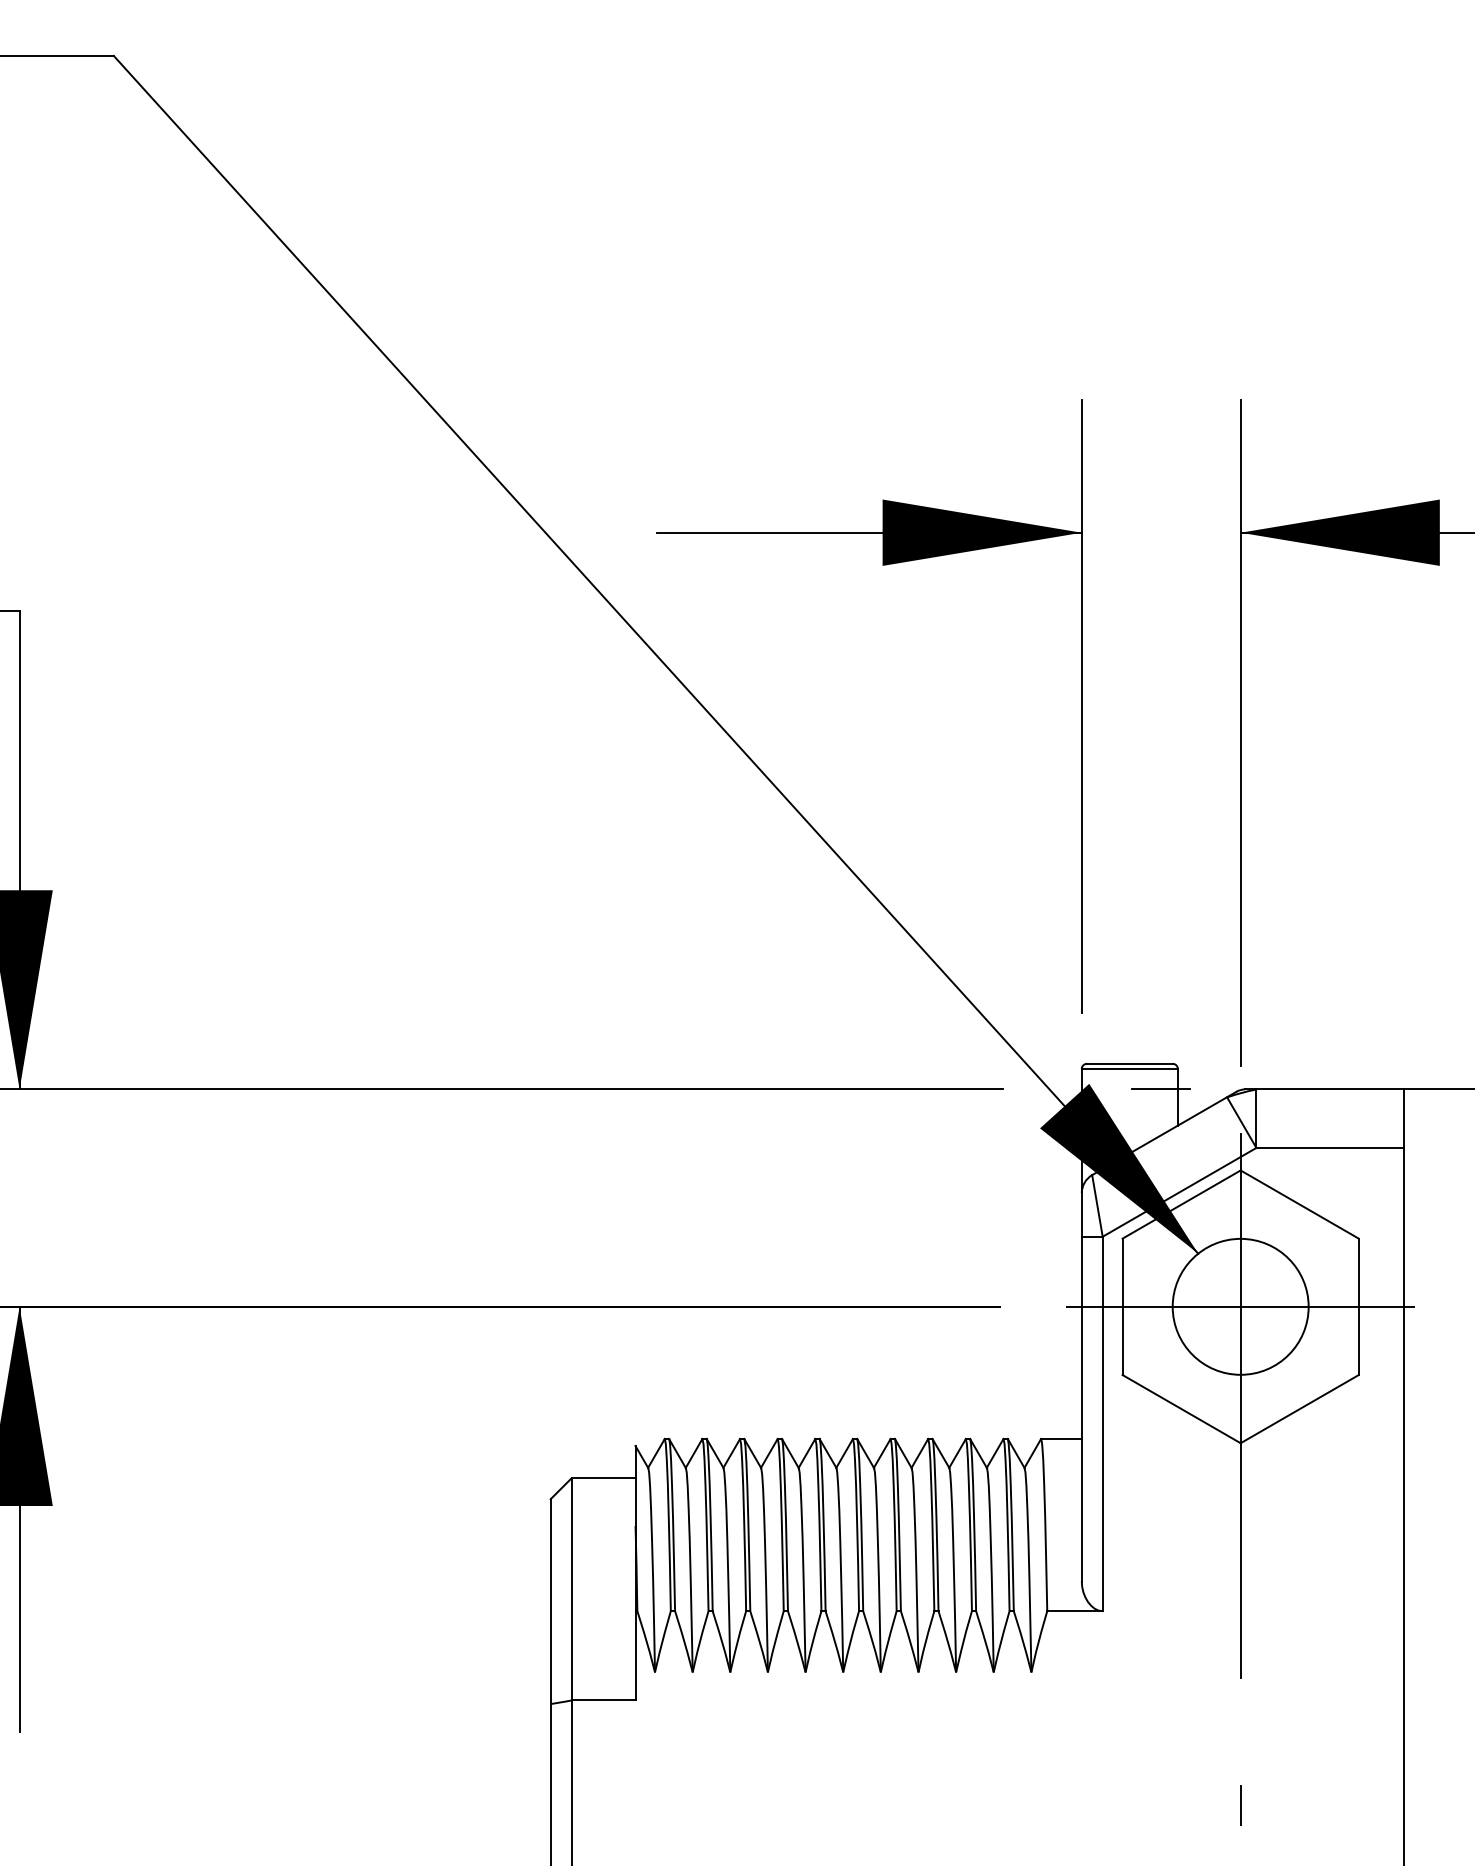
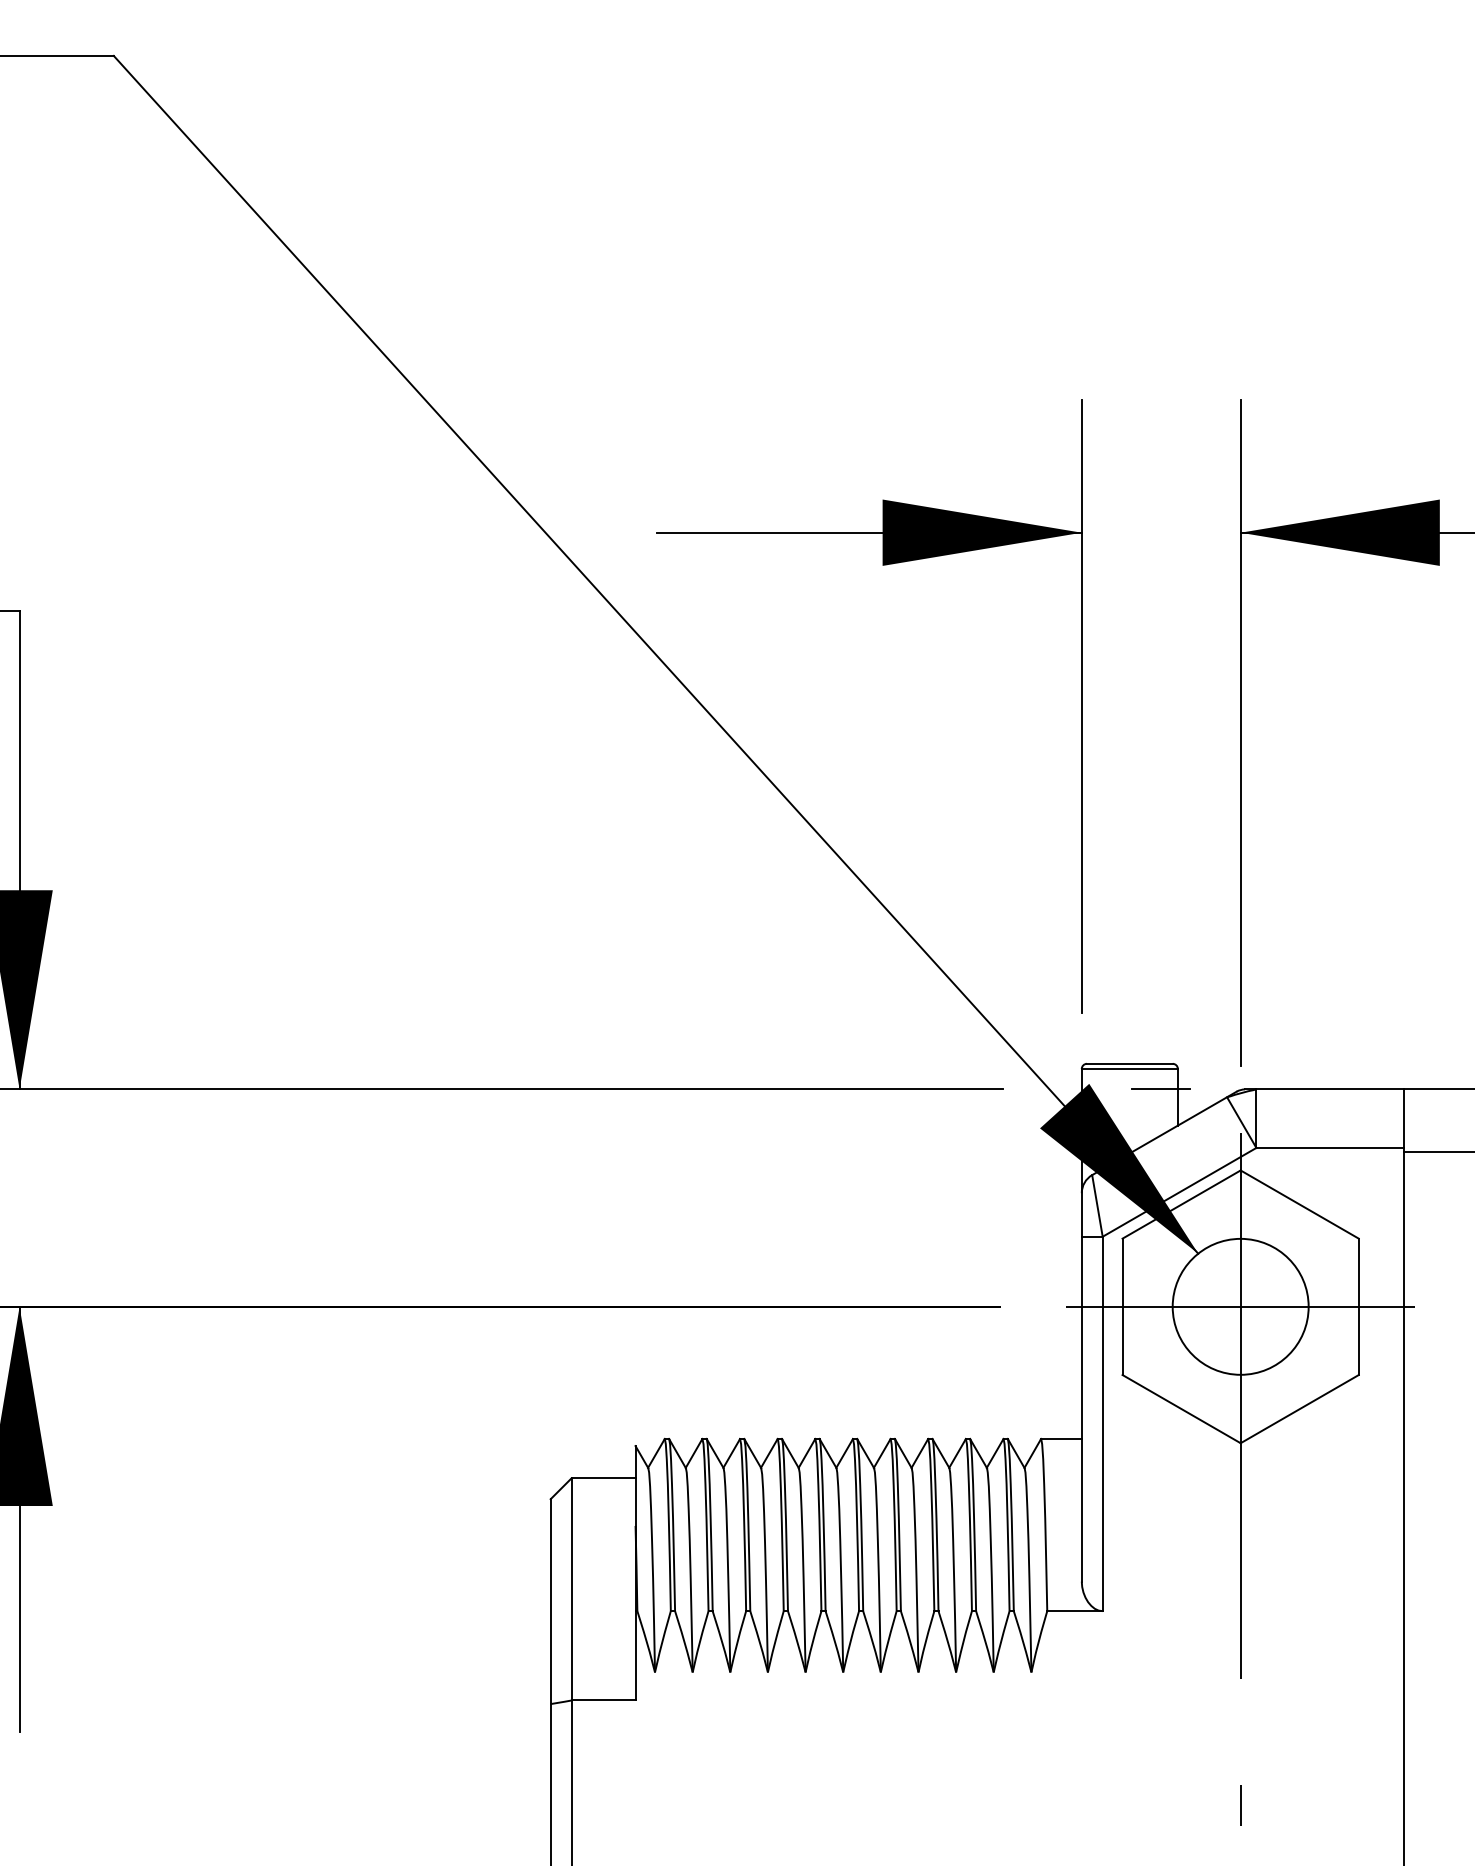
line at (1437, 1152): none -> present
